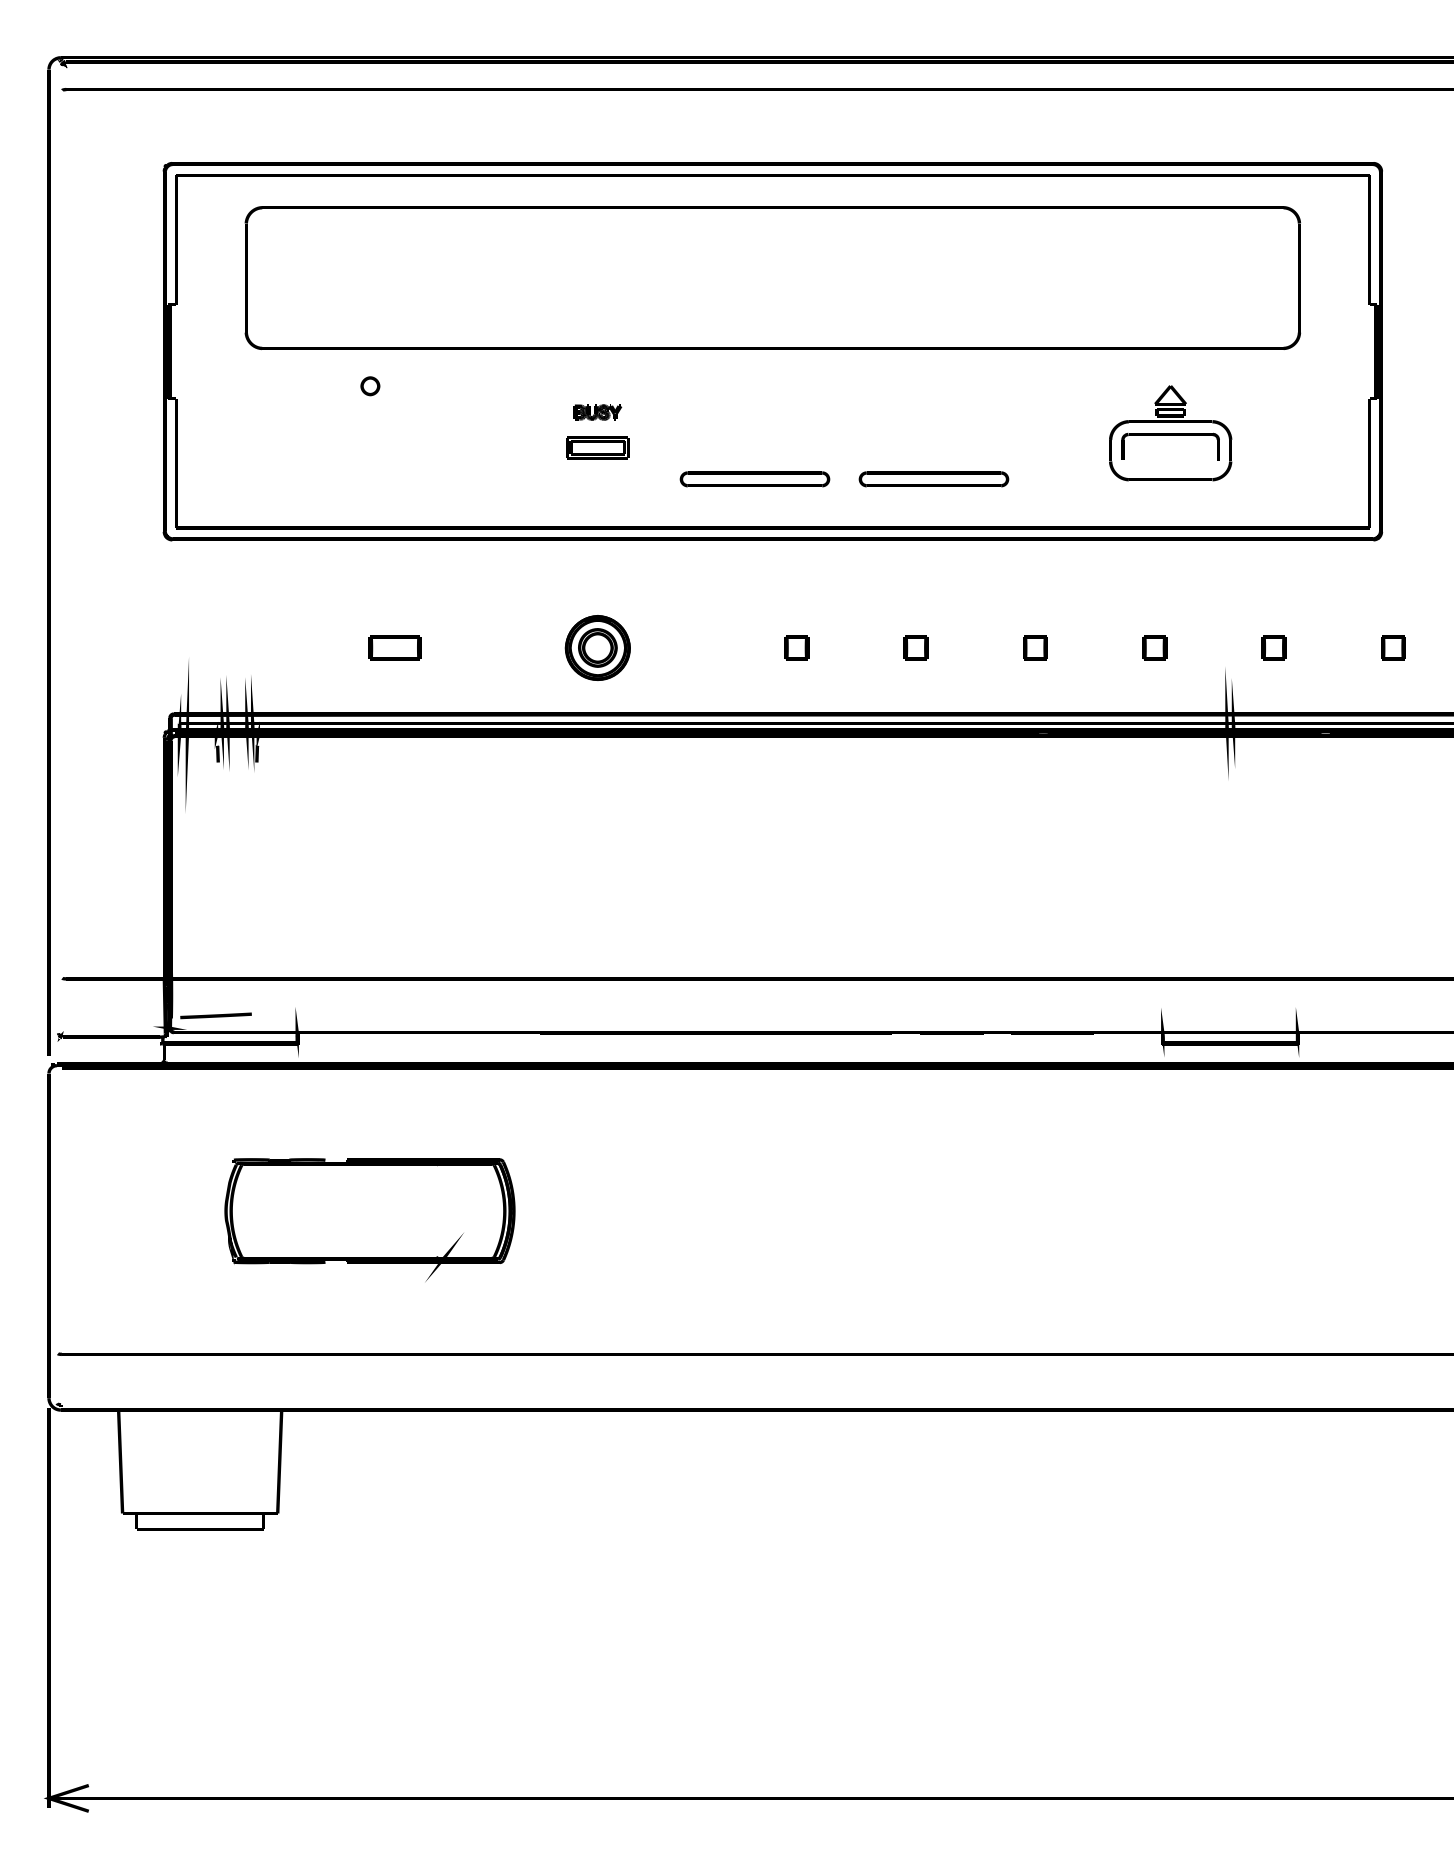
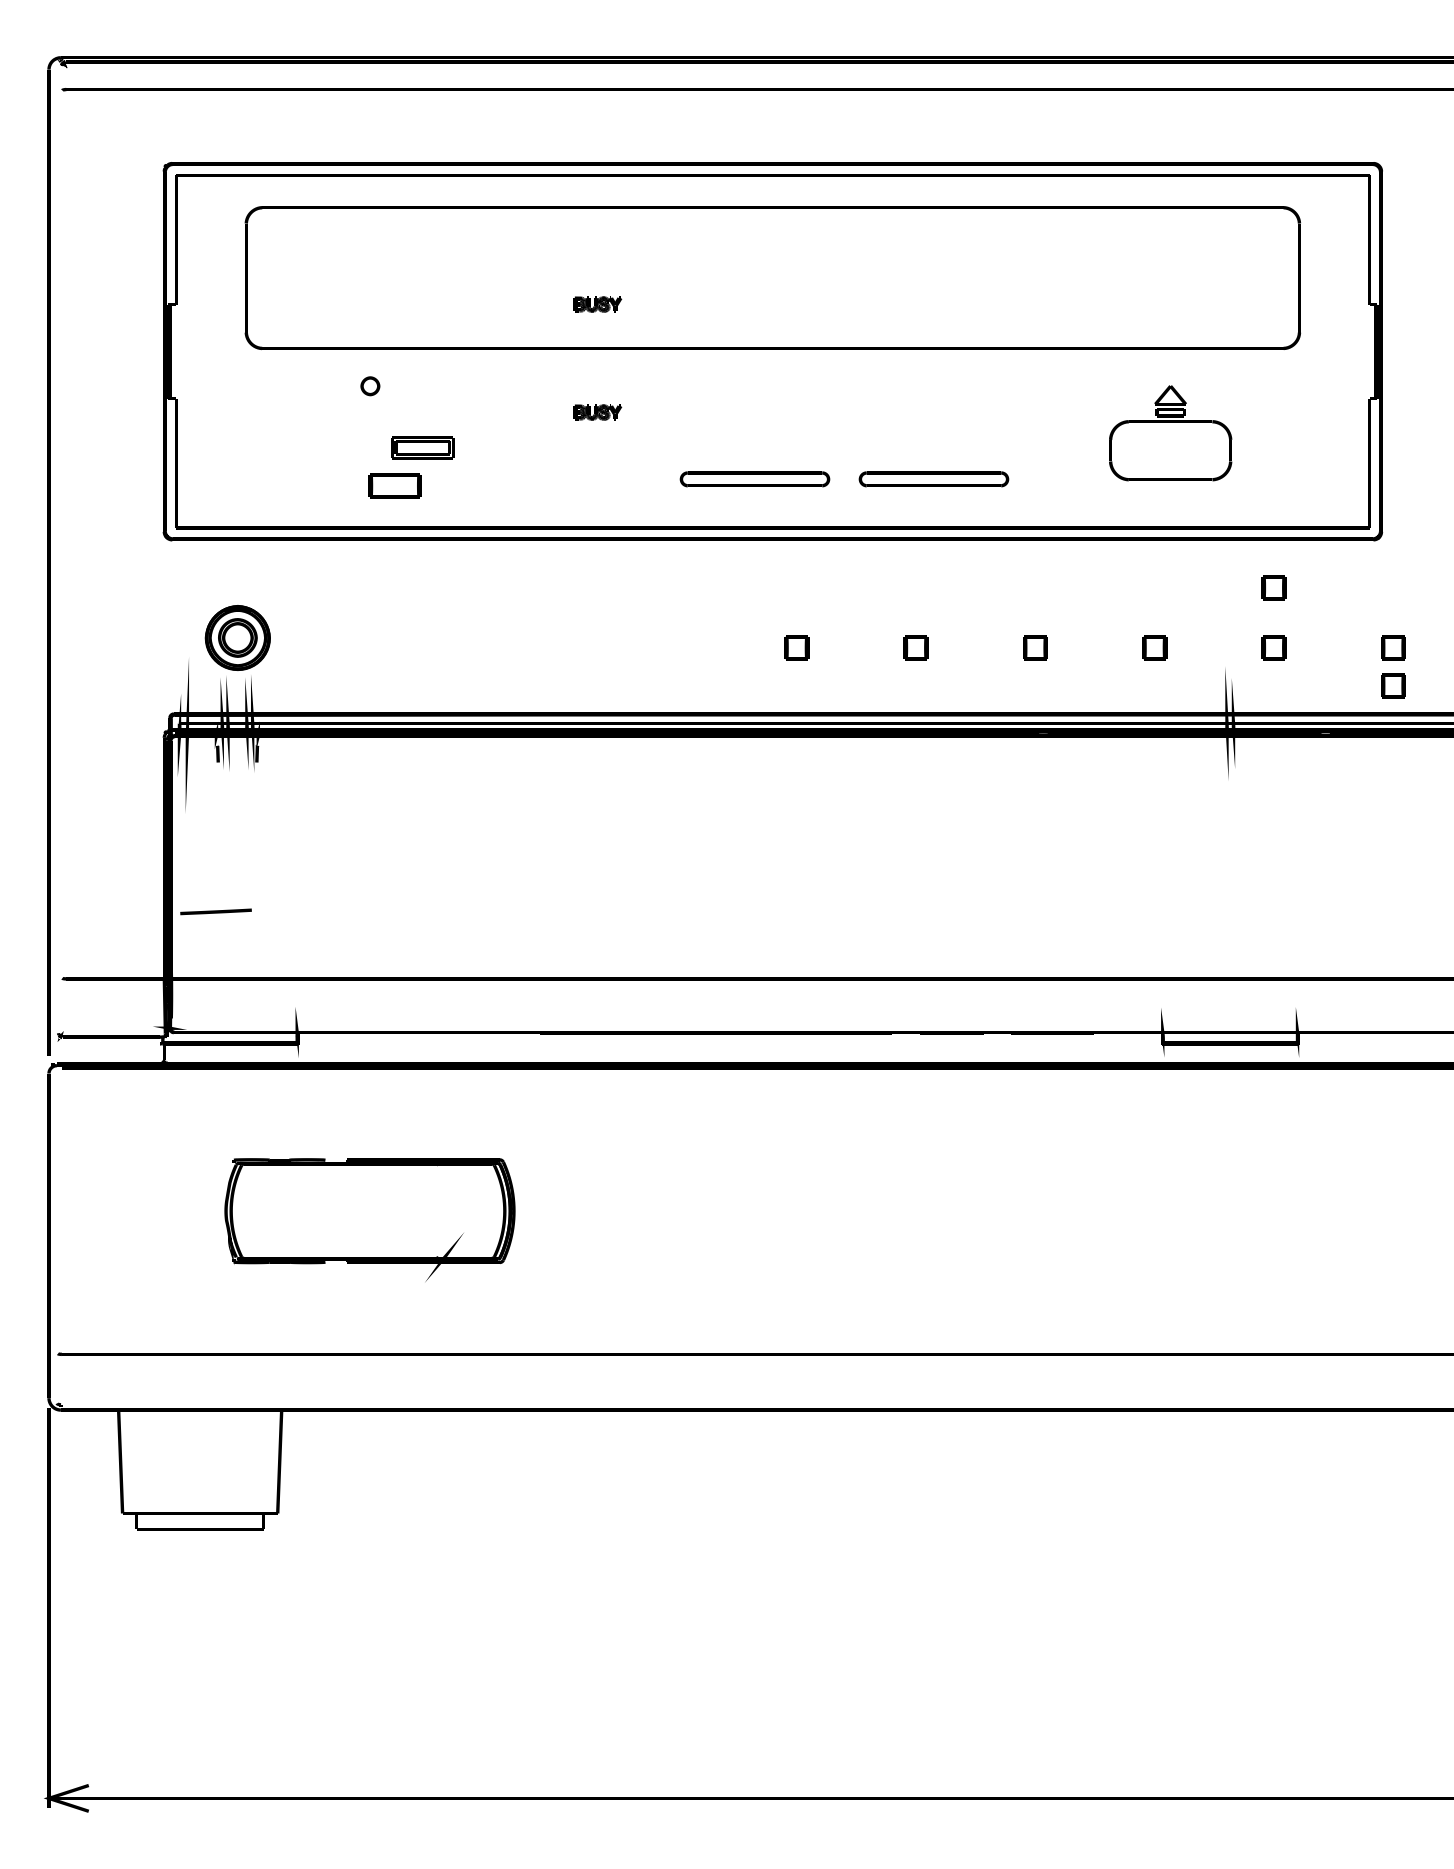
part at (597, 304): none -> present
part at (1170, 435): present -> none
part at (597, 447) position: (597, 447) -> (422, 447)
part at (1273, 587): none -> present
part at (394, 647) position: (394, 647) -> (394, 485)
part at (597, 647) position: (597, 647) -> (237, 637)
part at (1393, 685): none -> present
line at (215, 1015) position: (215, 1015) -> (215, 911)
